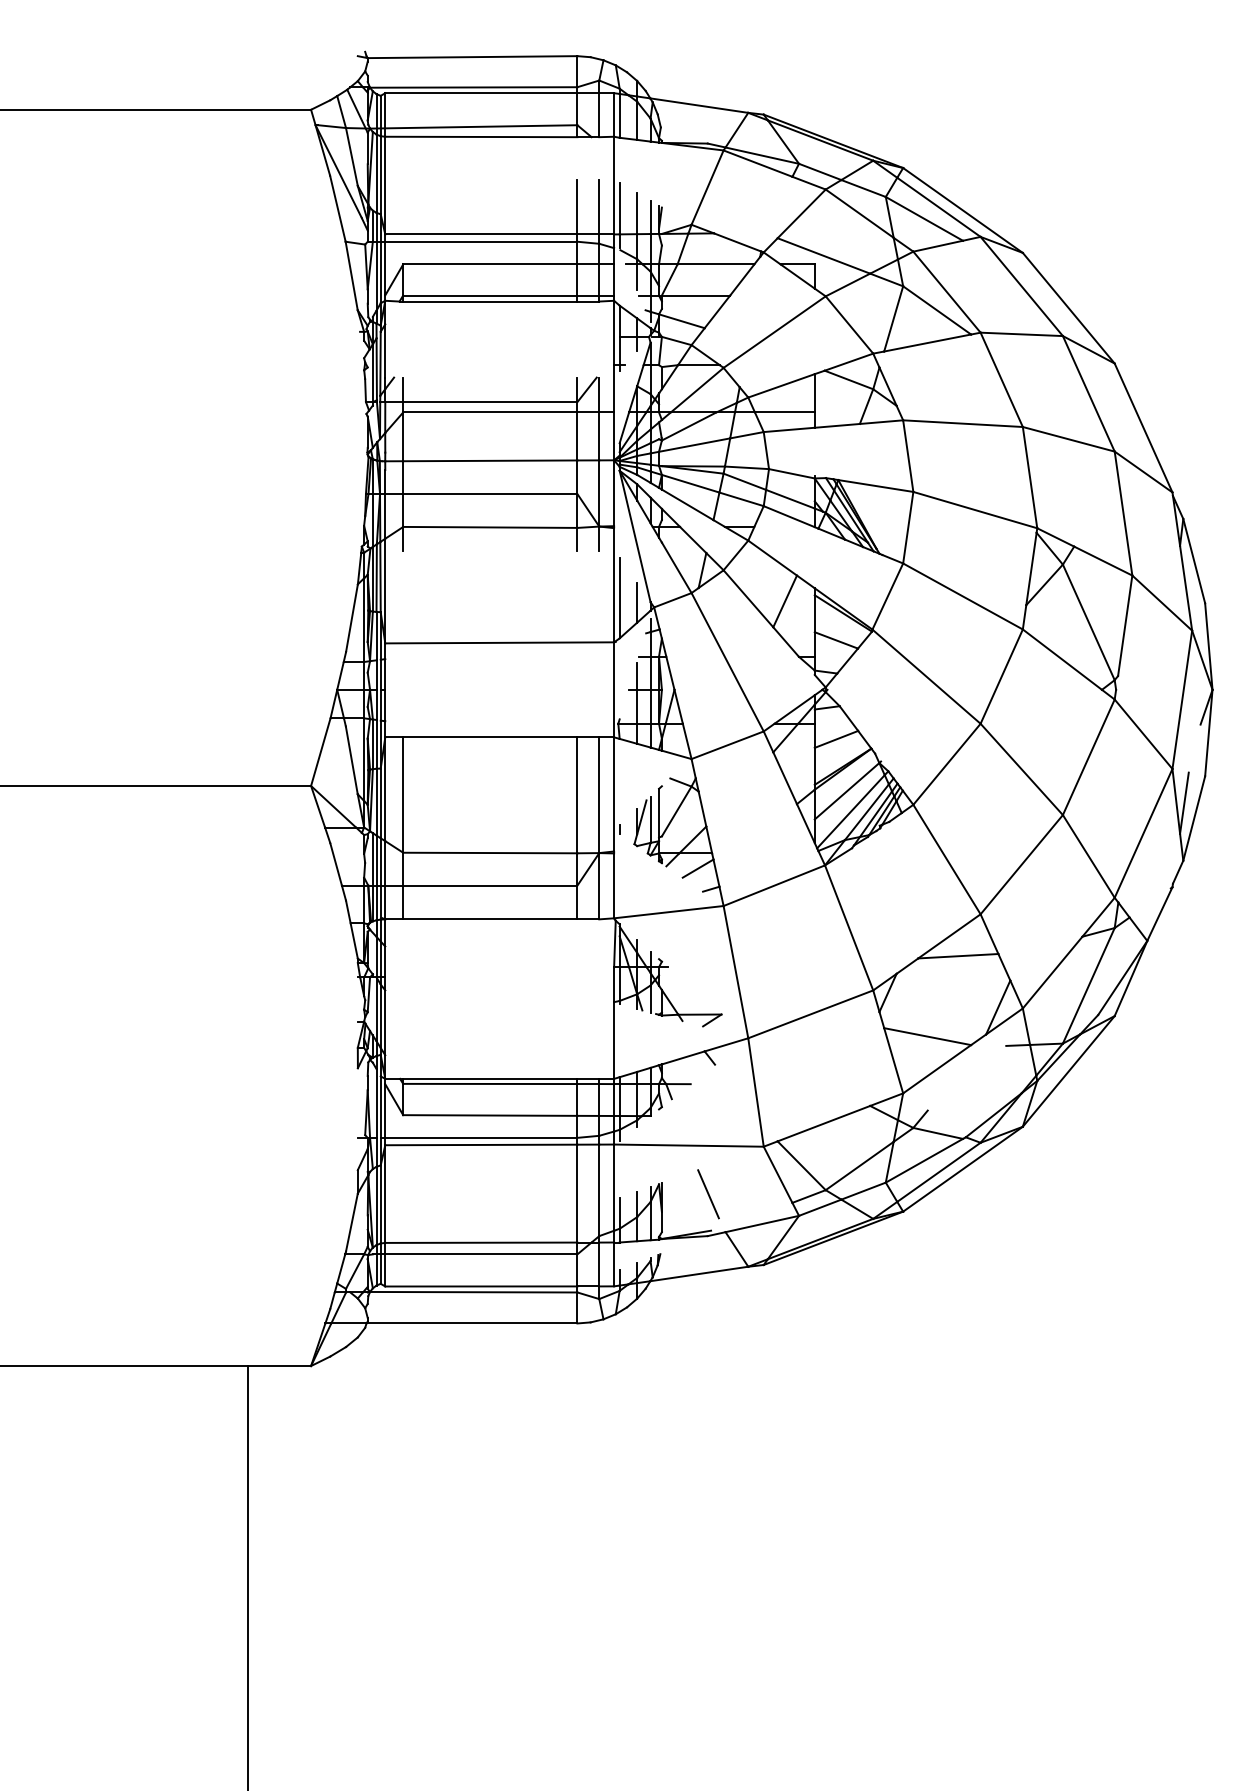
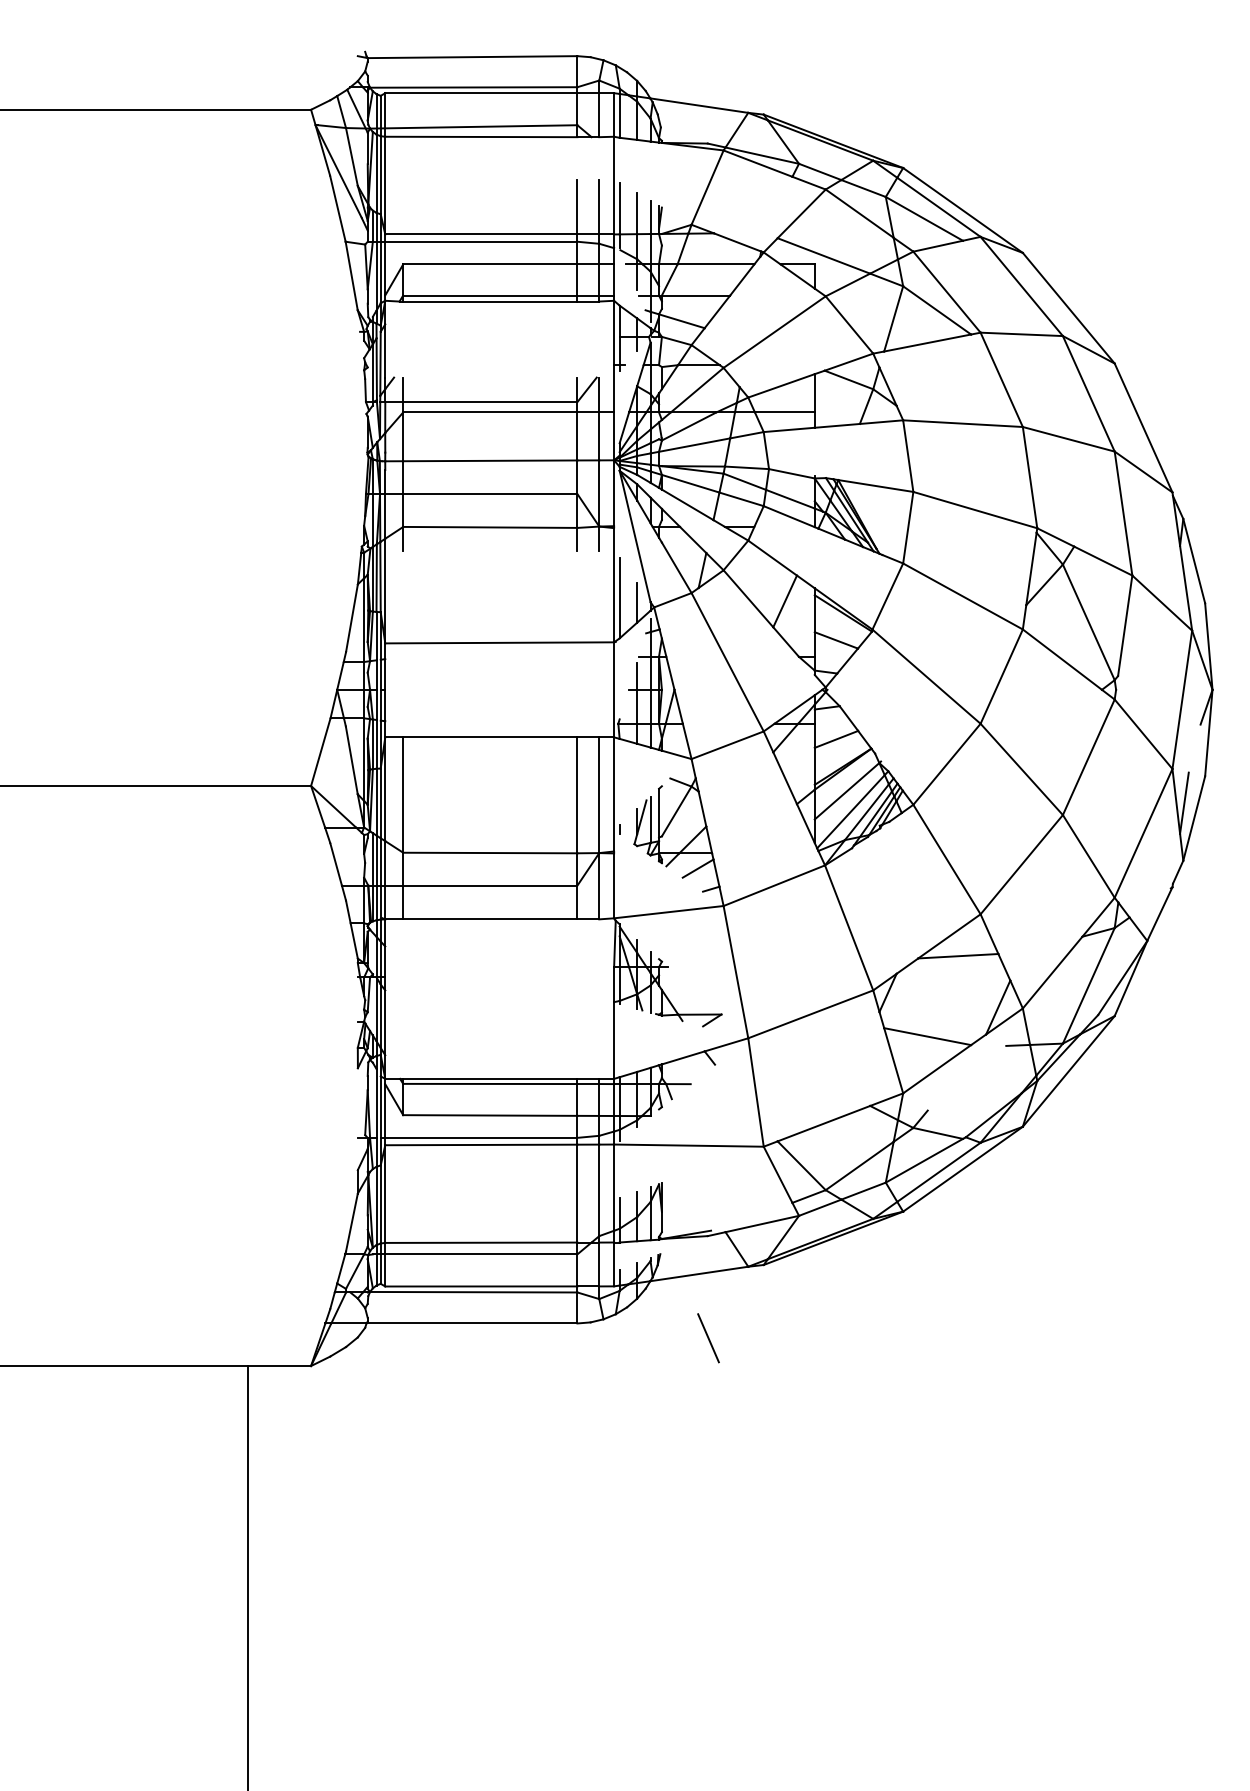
line at (708, 1194) position: (708, 1194) -> (708, 1338)
